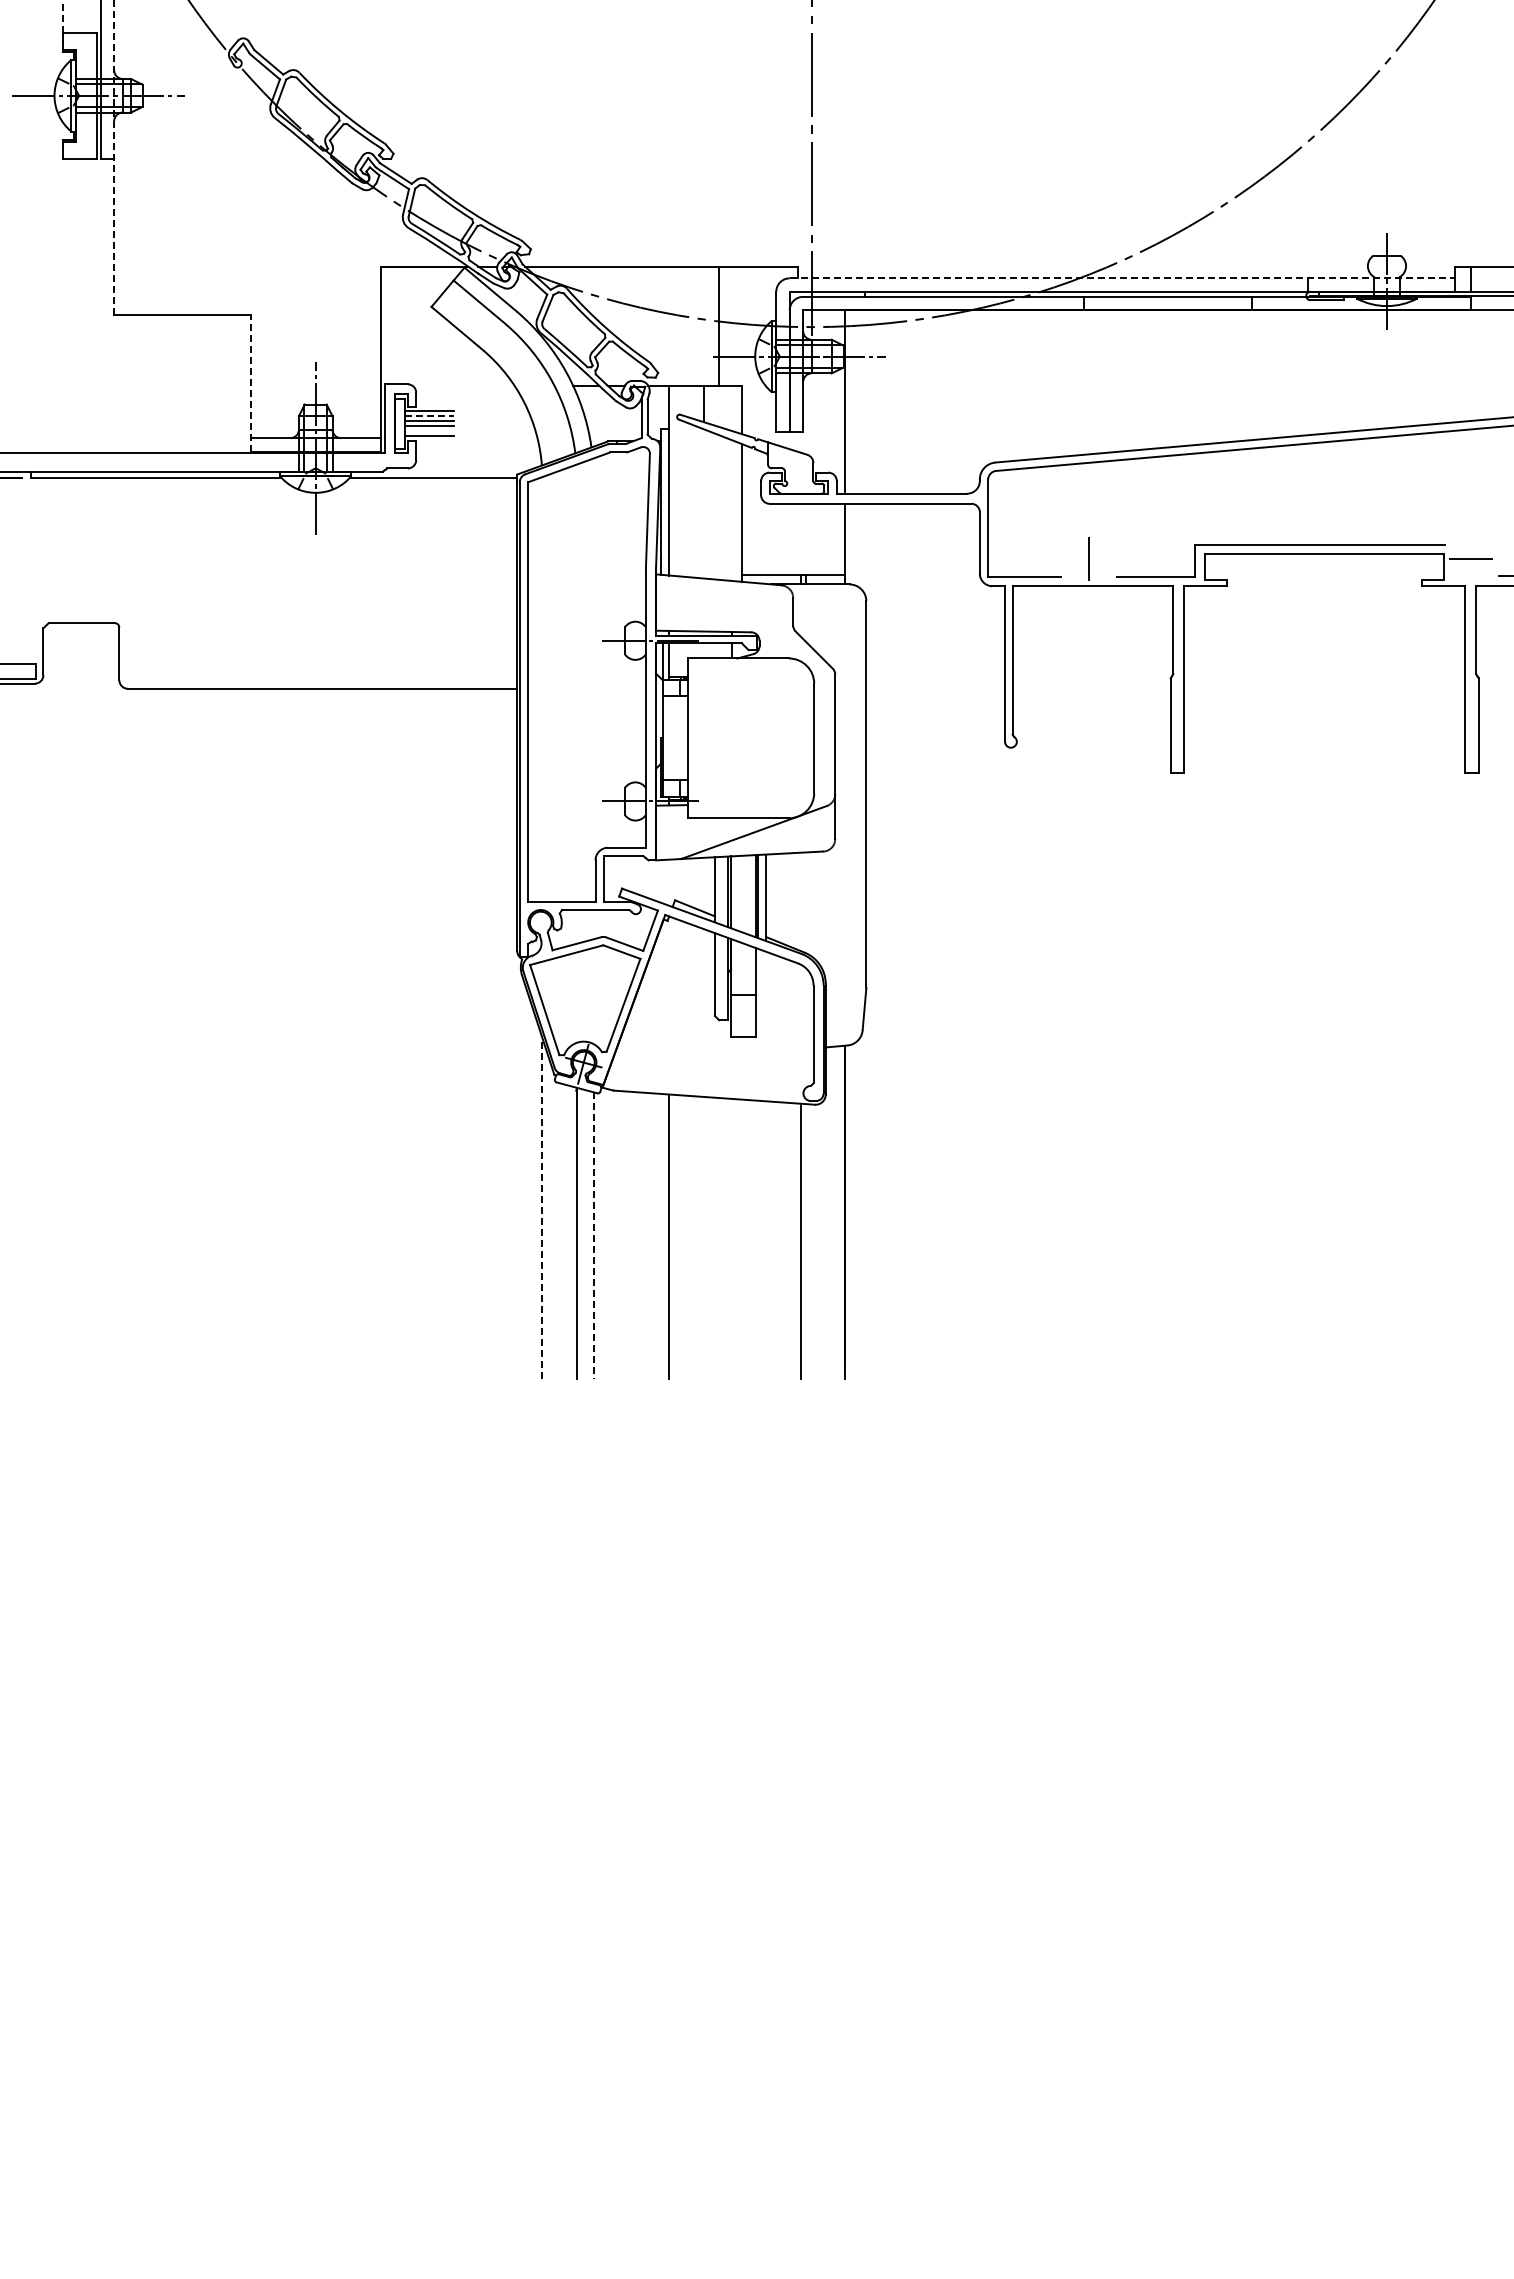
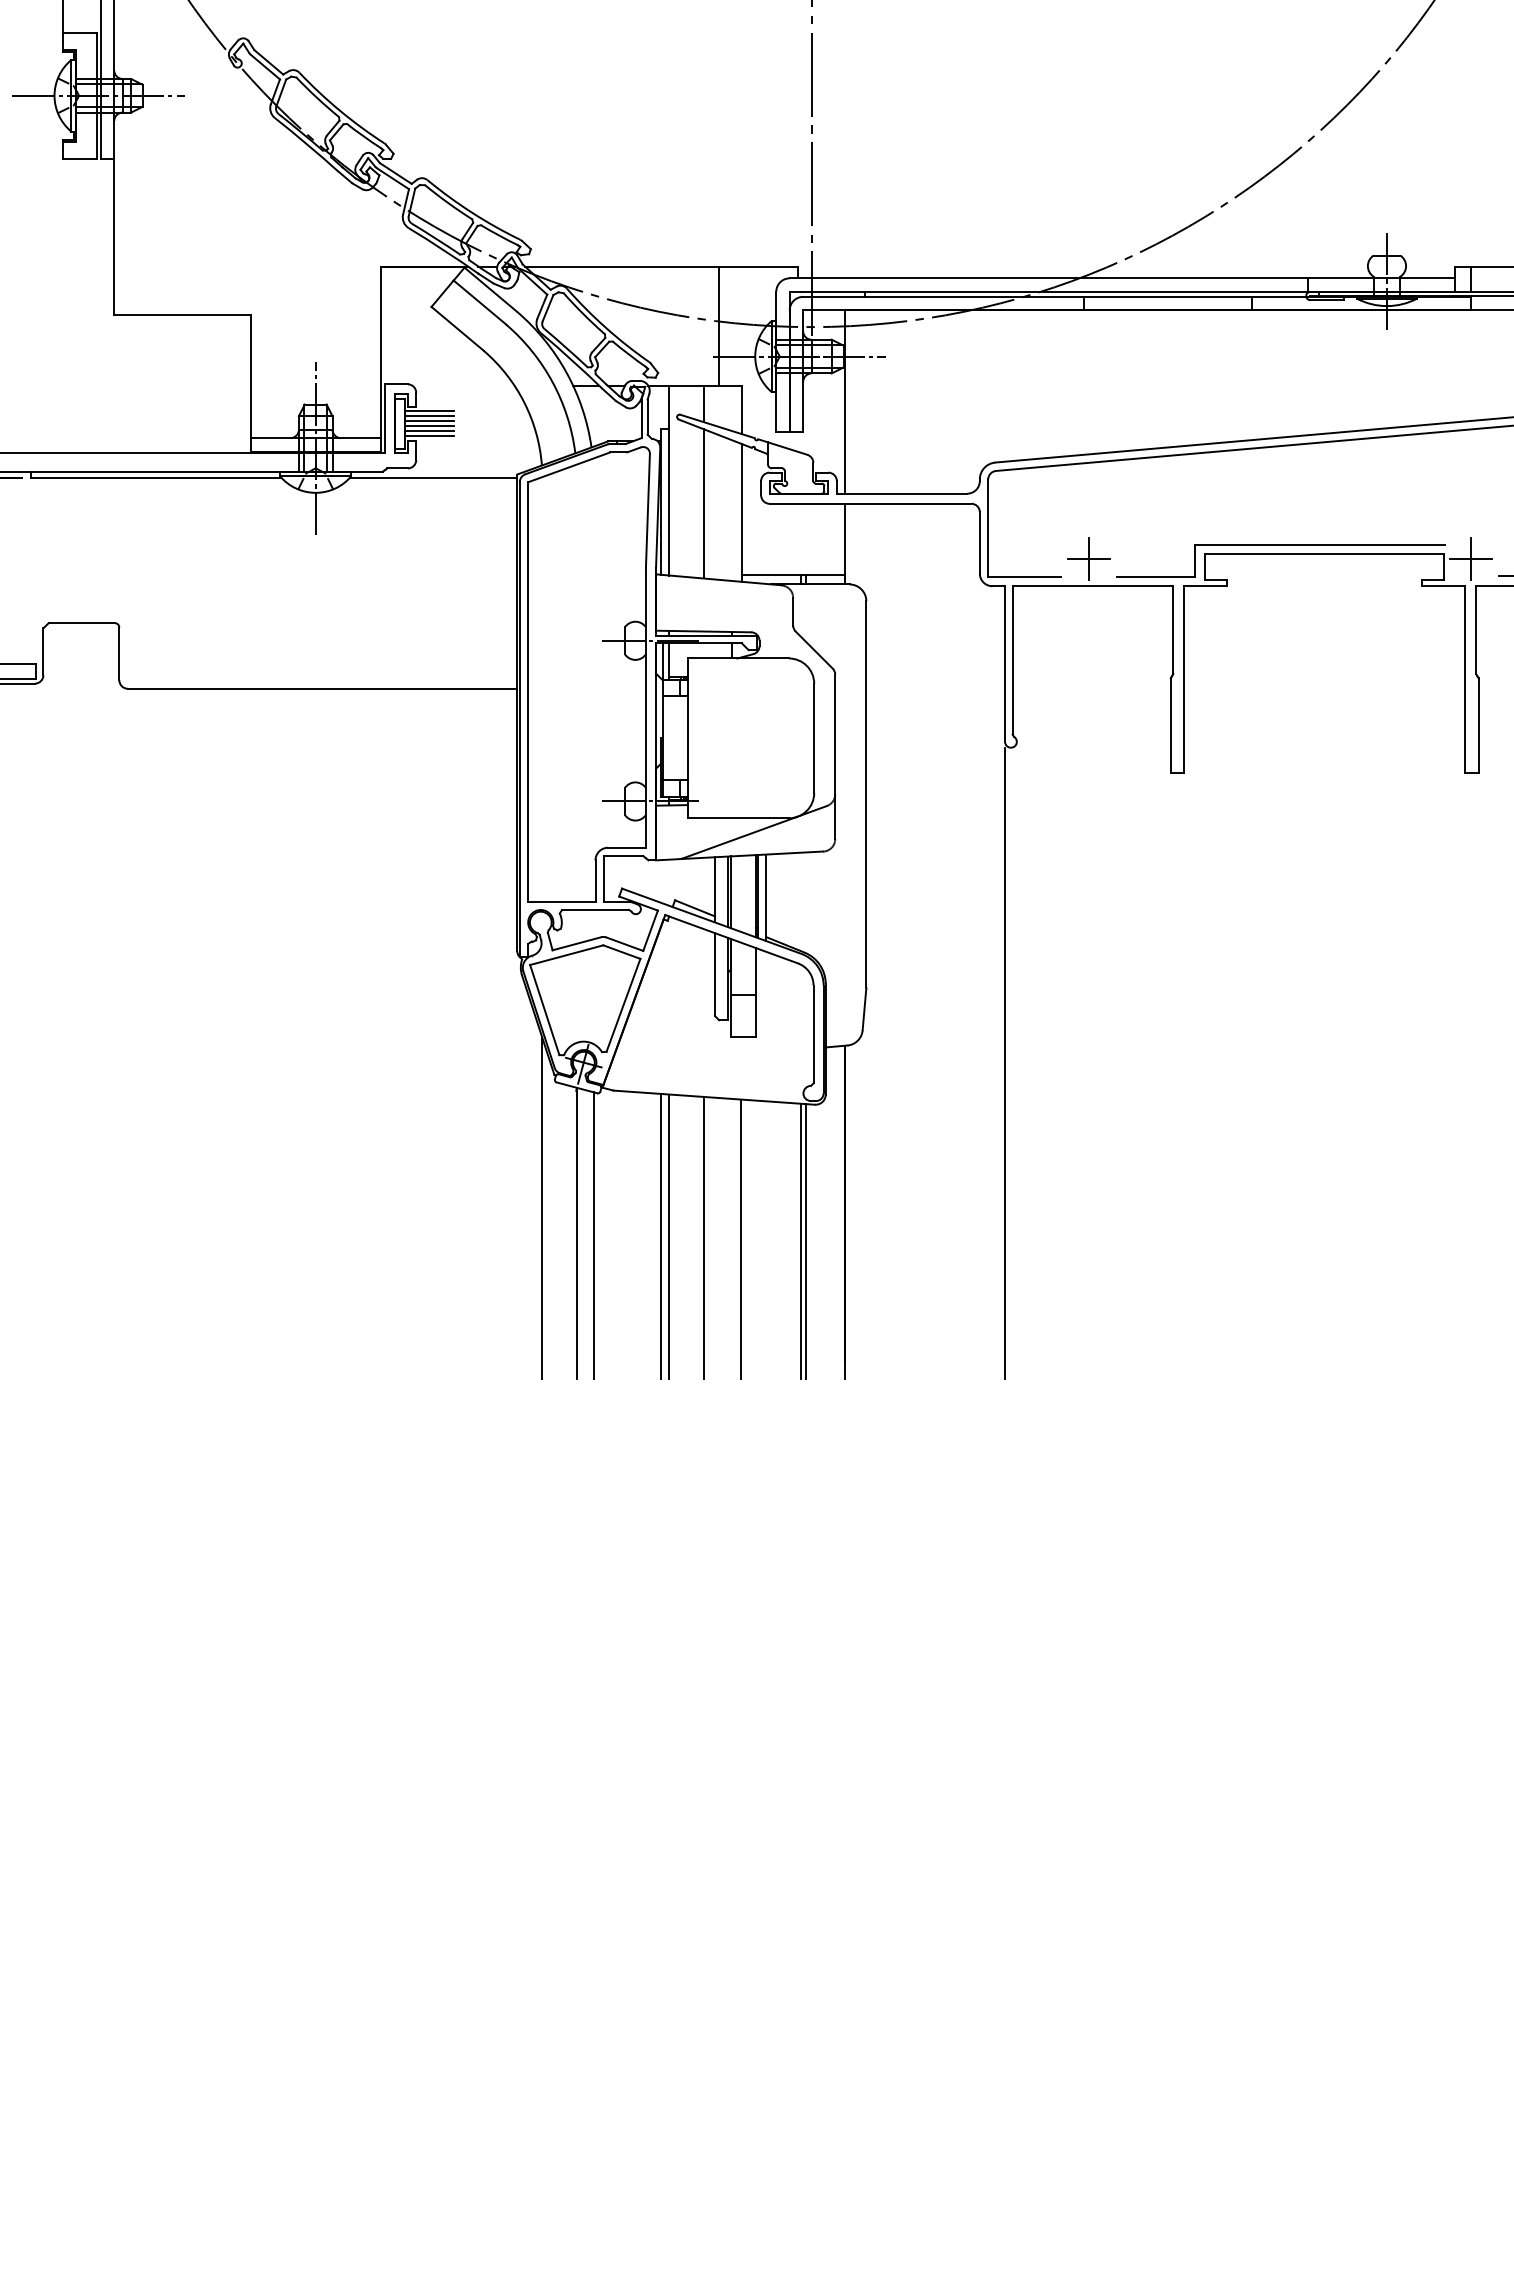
line at (62, 16): dashed -> solid
line at (114, 157): dashed -> solid
line at (1122, 278): dashed -> solid
line at (250, 383): dashed -> solid
line at (430, 416): dashed -> solid
line at (429, 431): none -> present
line at (703, 503): none -> present
line at (1089, 559): none -> present
line at (1471, 559): none -> present
line at (1005, 1062): none -> present
line at (542, 1207): dashed -> solid
line at (661, 1235): none -> present
line at (593, 1236): dashed -> solid
line at (703, 1237): none -> present
line at (740, 1238): none -> present
line at (805, 1241): none -> present
